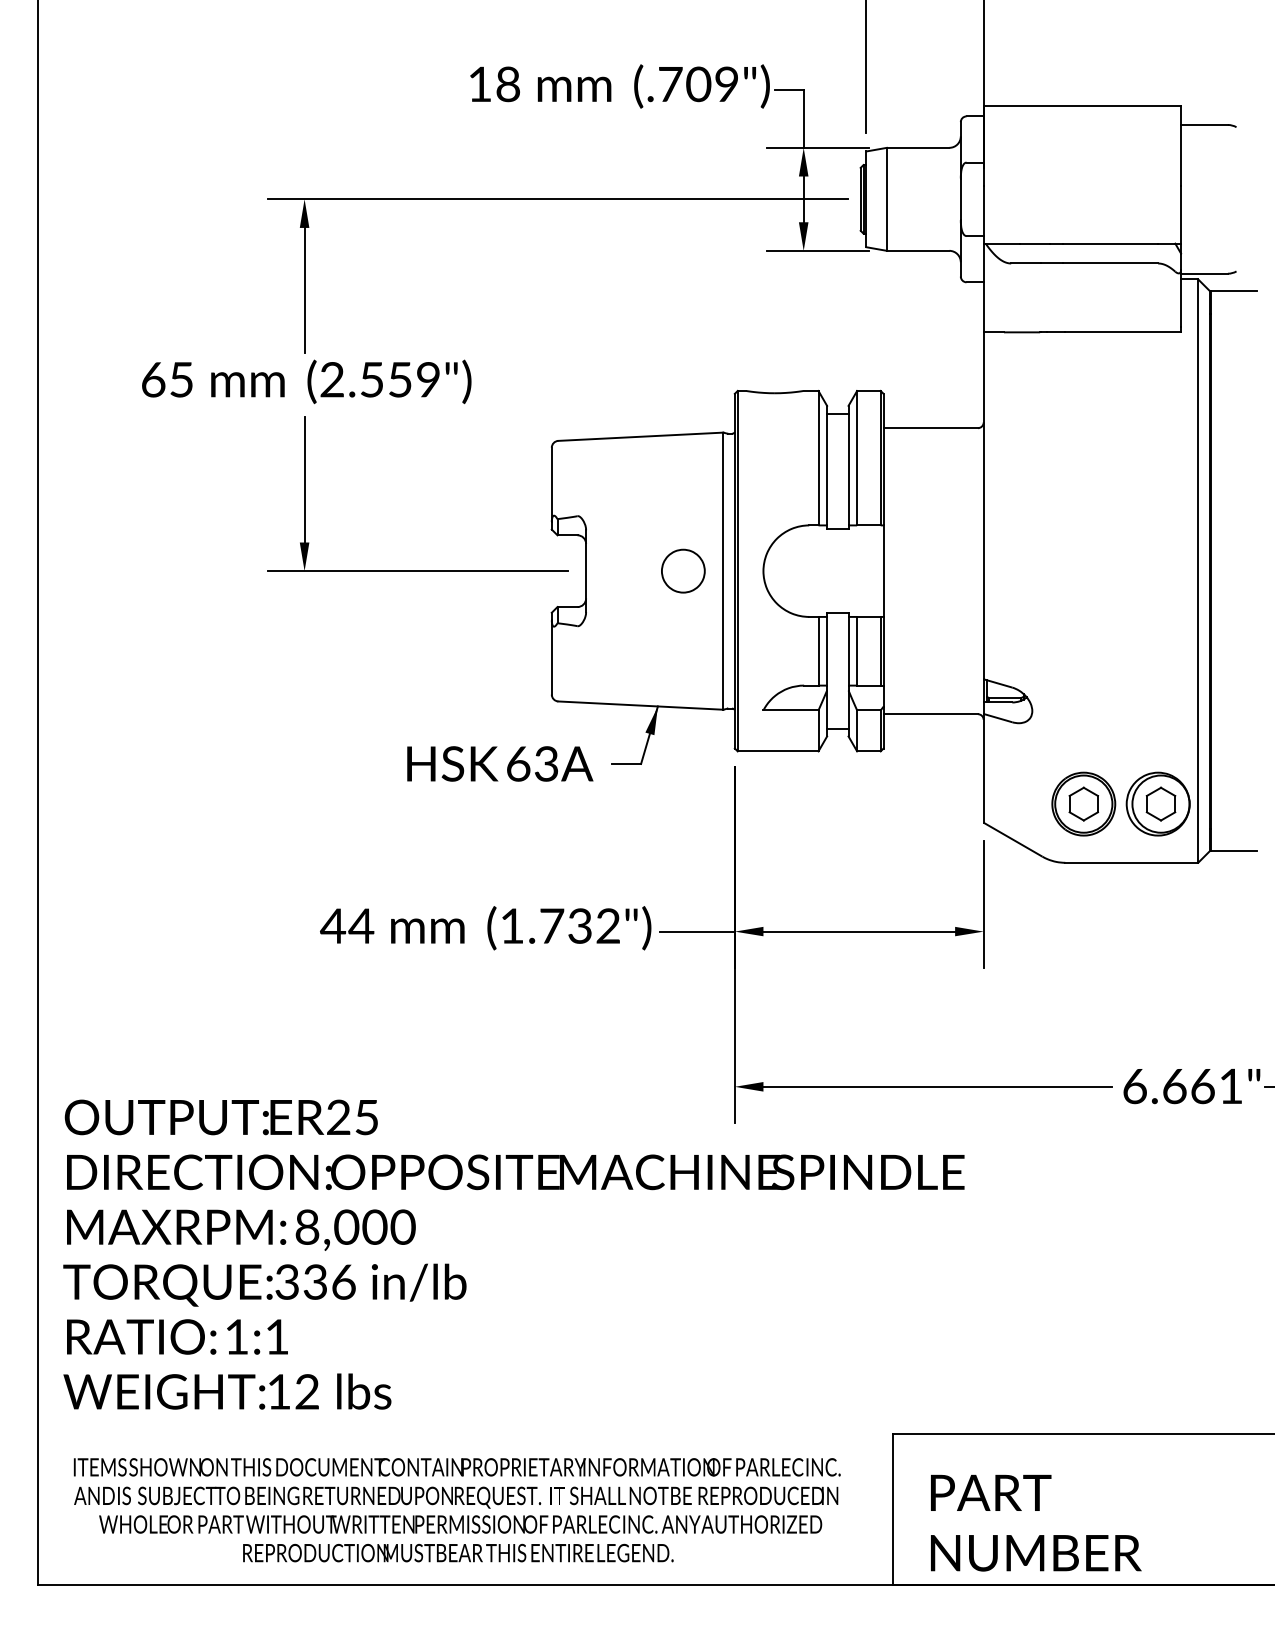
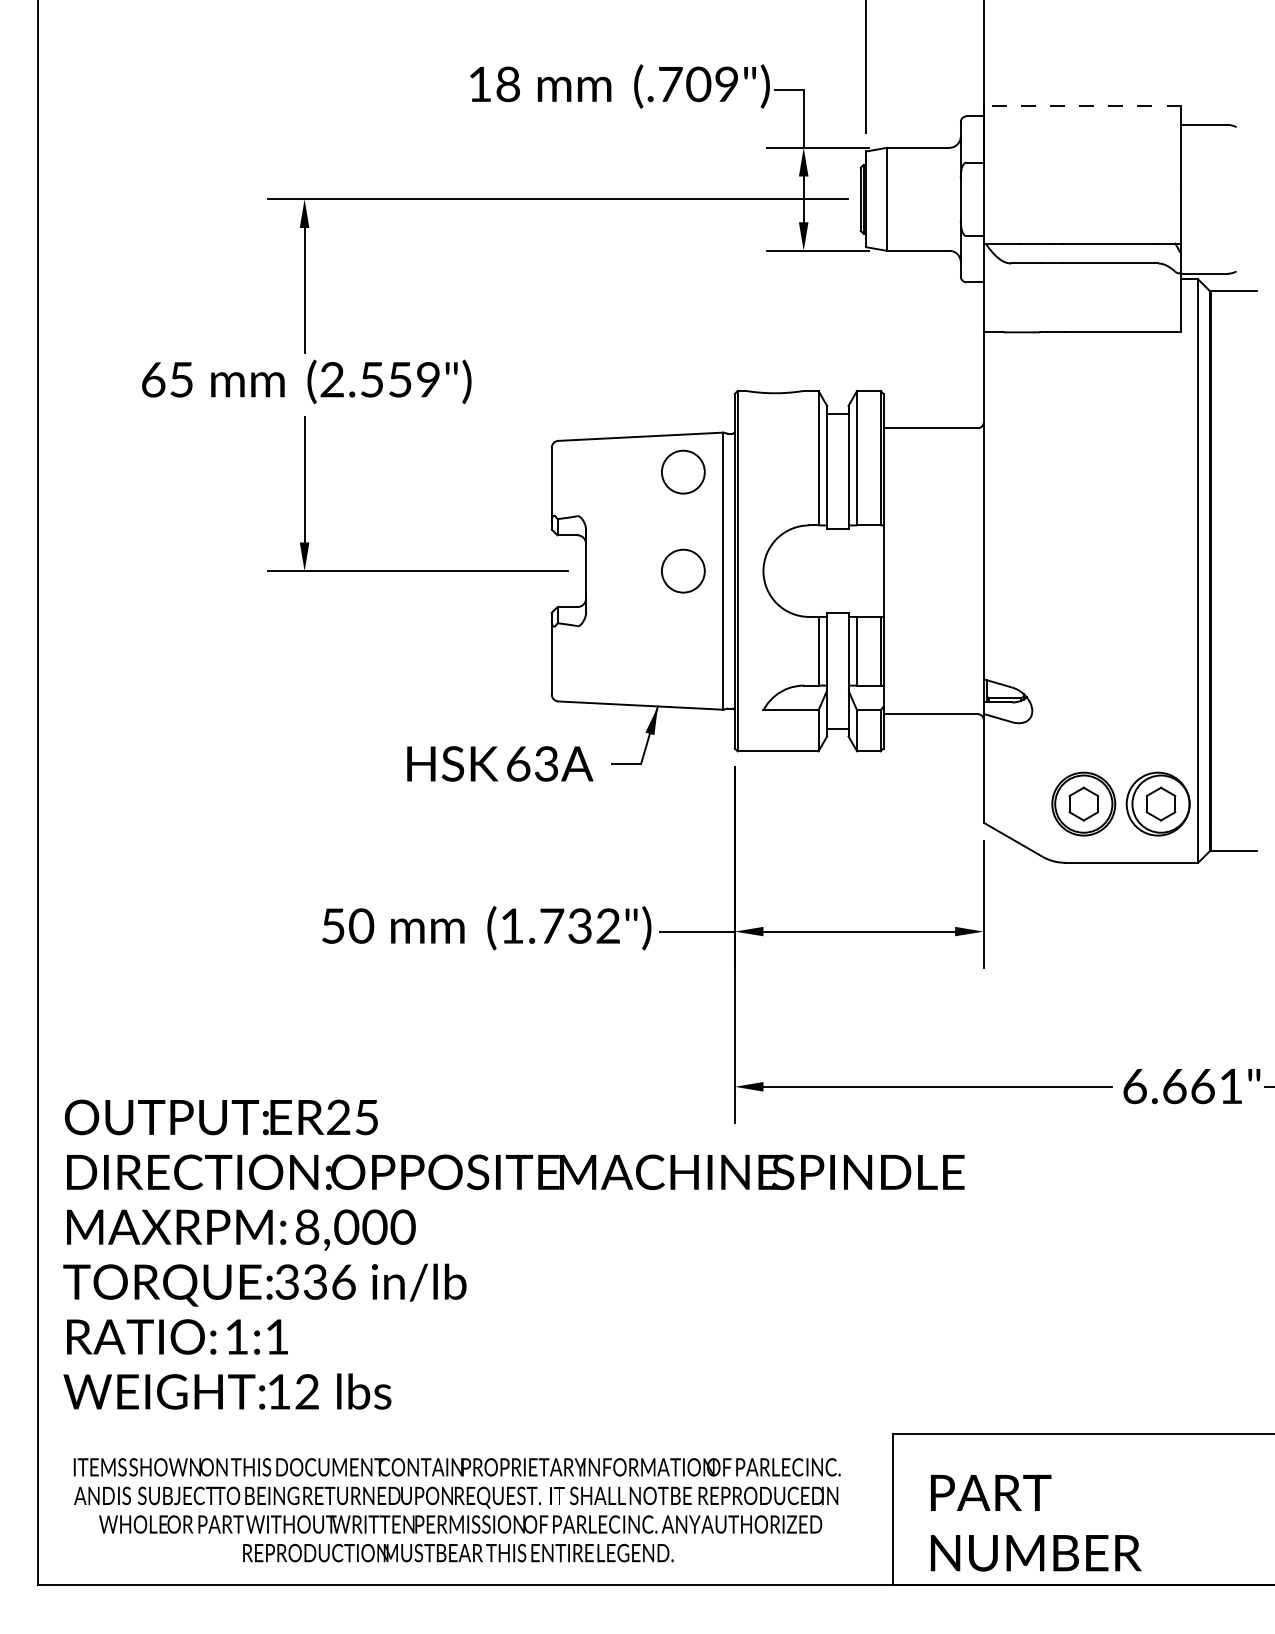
line at (1082, 106): solid -> dashed
part at (683, 471): none -> present
text at (347, 925): 44 -> 50
